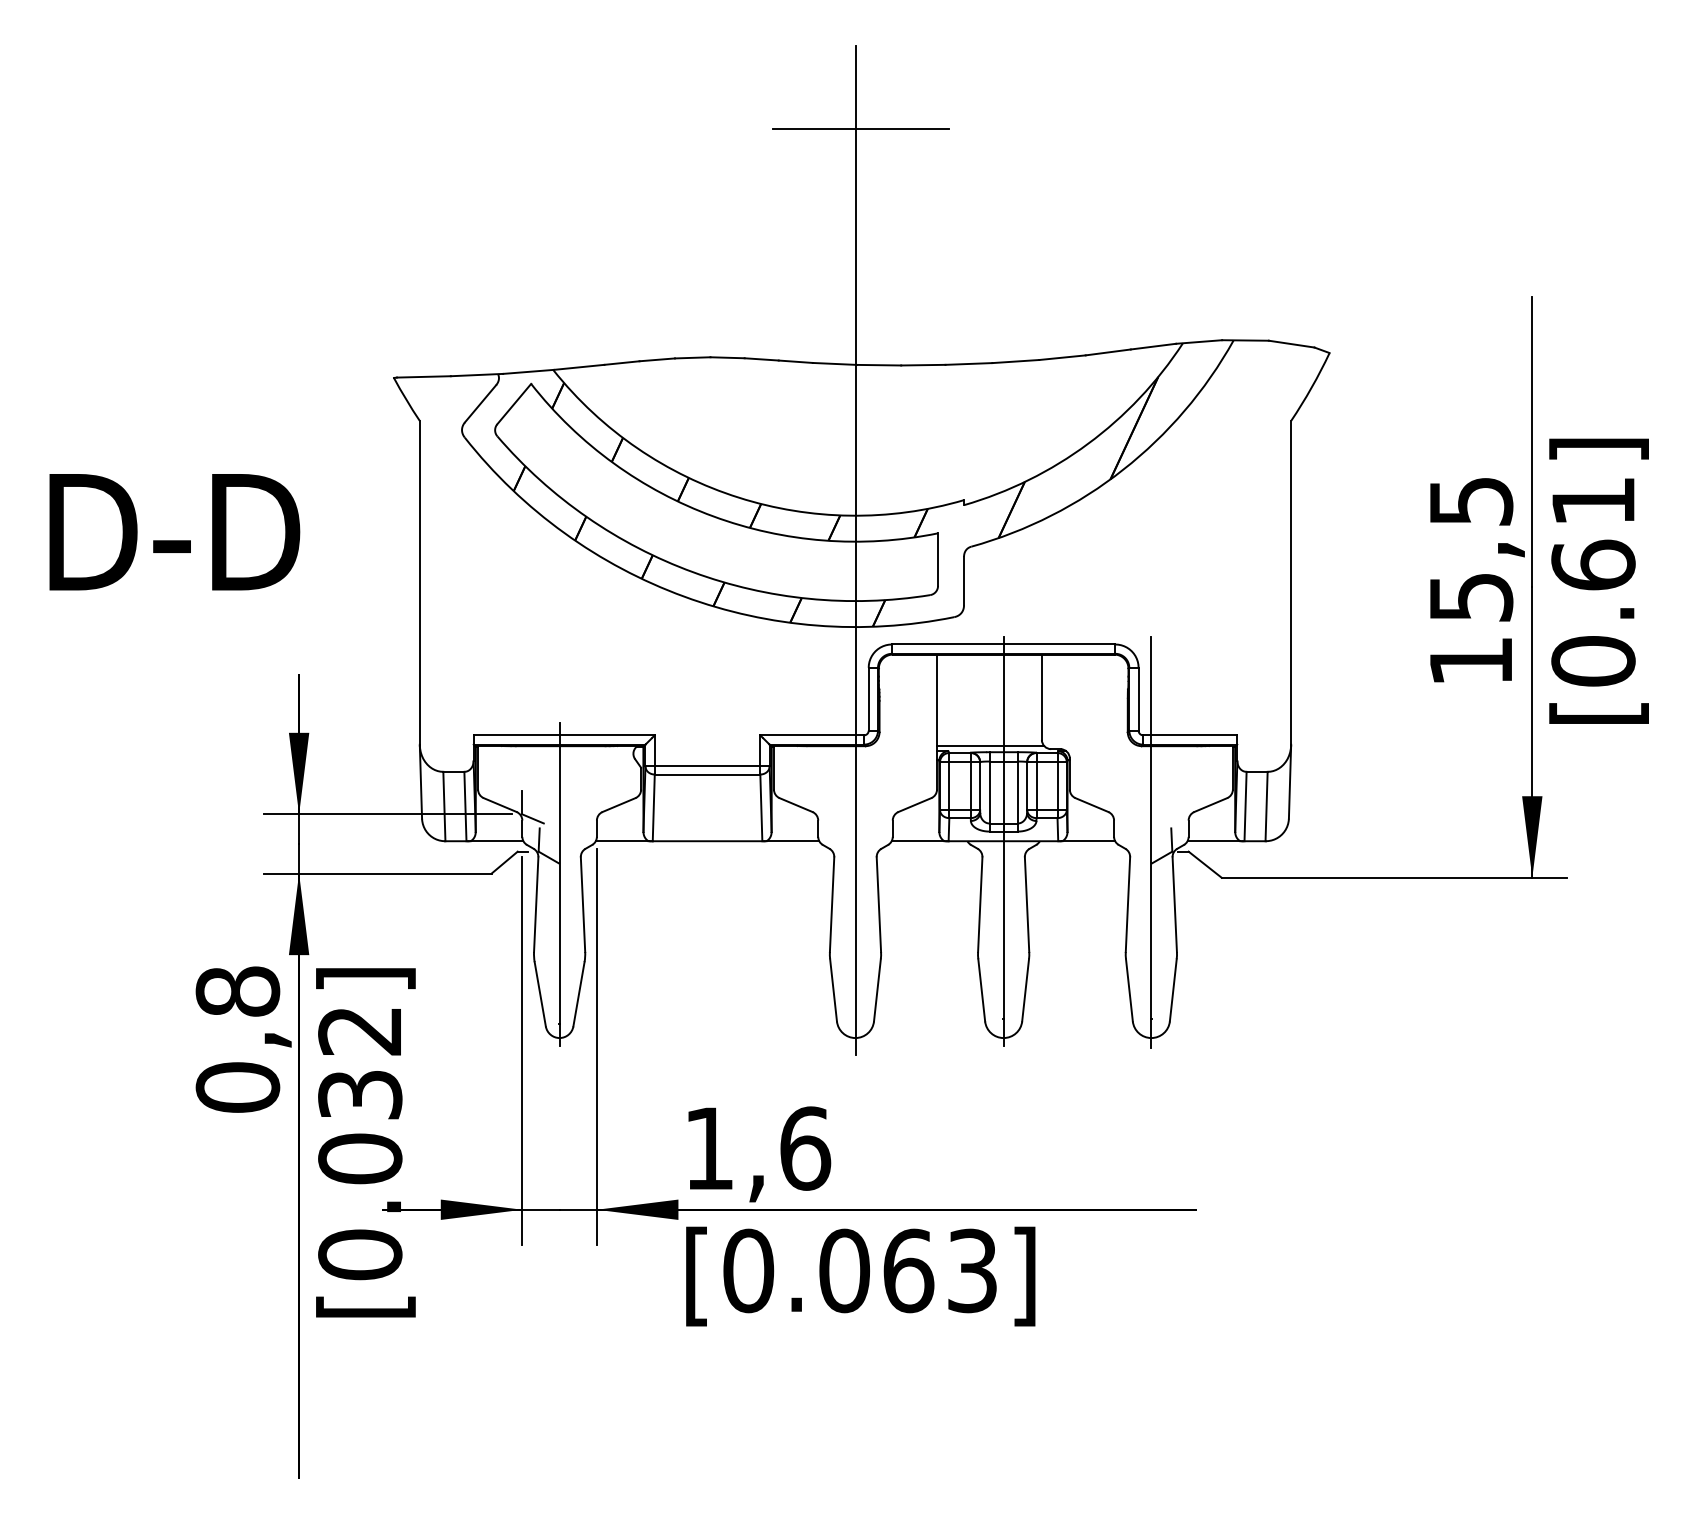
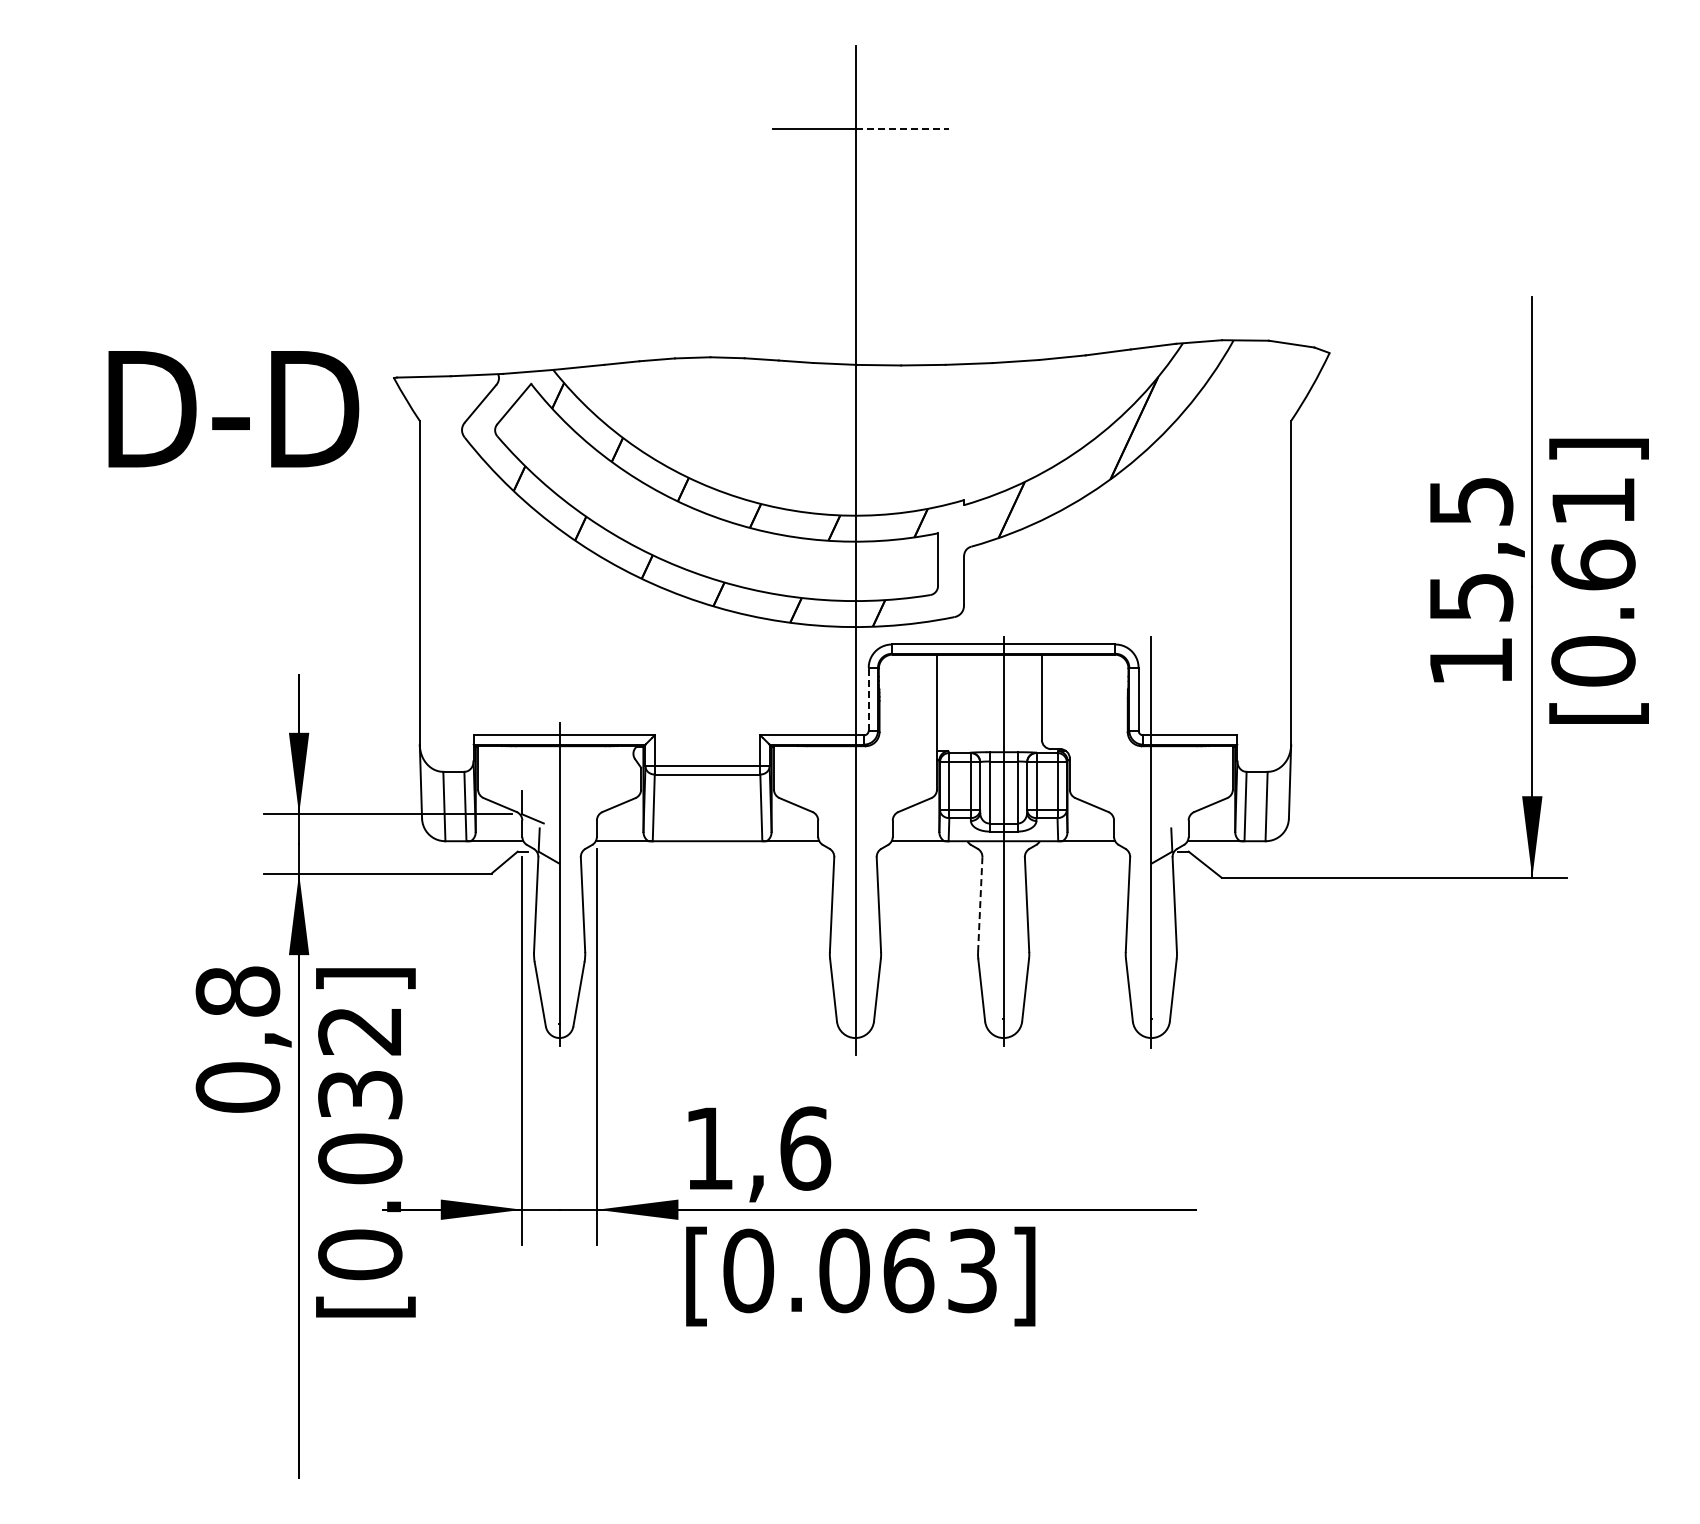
line at (902, 129): solid -> dashed
text at (174, 532) position: (174, 532) -> (233, 409)
line at (868, 698): solid -> dashed
line at (990, 745): present -> none
line at (980, 904): solid -> dashed
